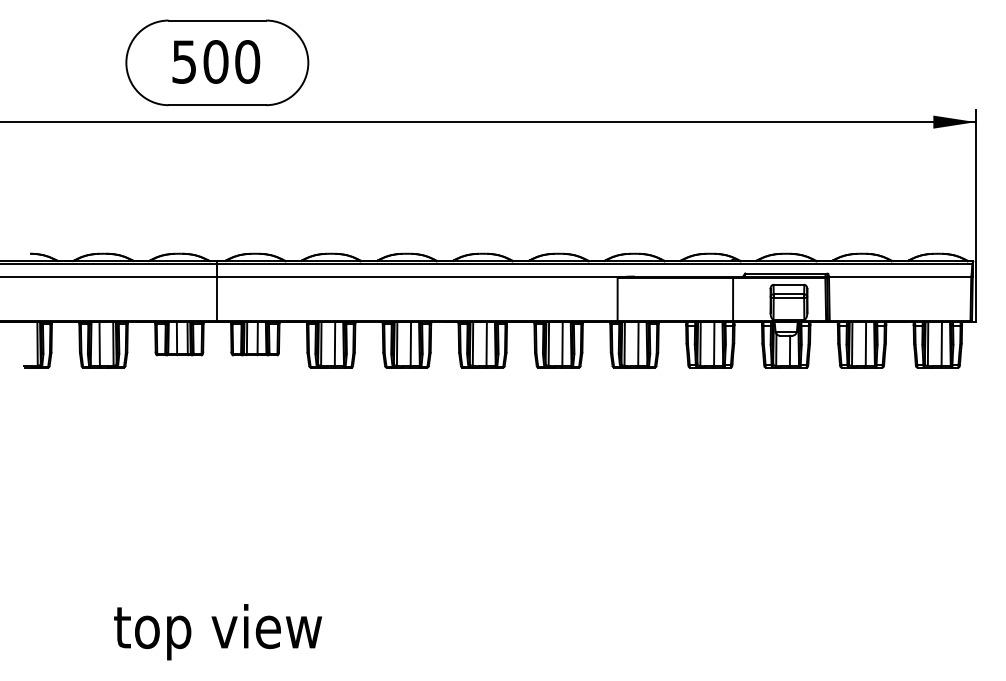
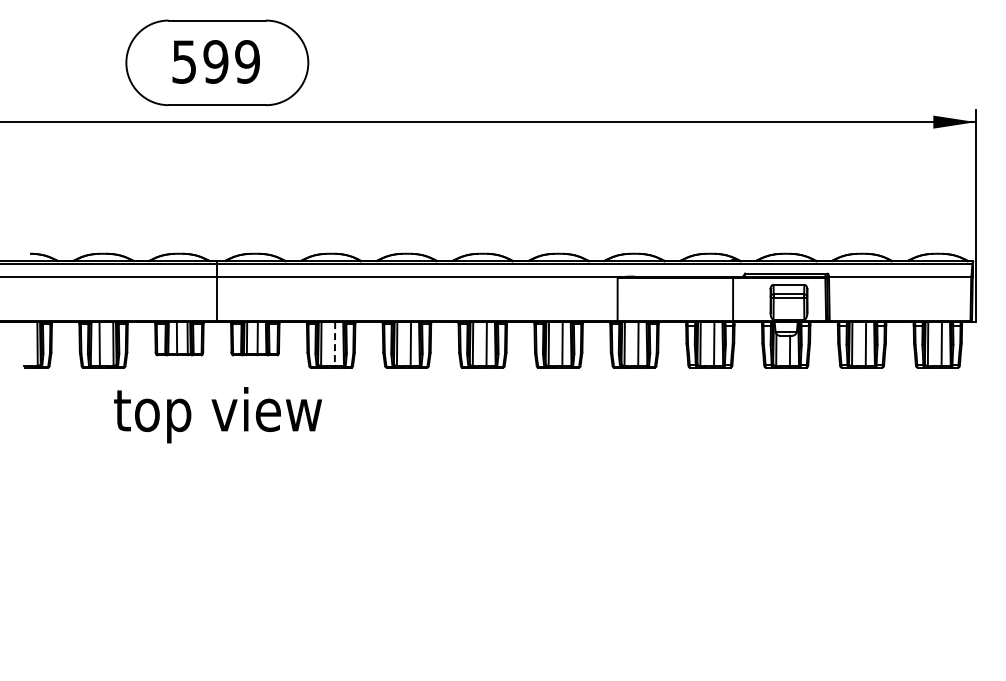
text at (231, 61): 500 -> 599
line at (335, 344): solid -> dashed
text at (217, 632) position: (217, 632) -> (217, 415)
